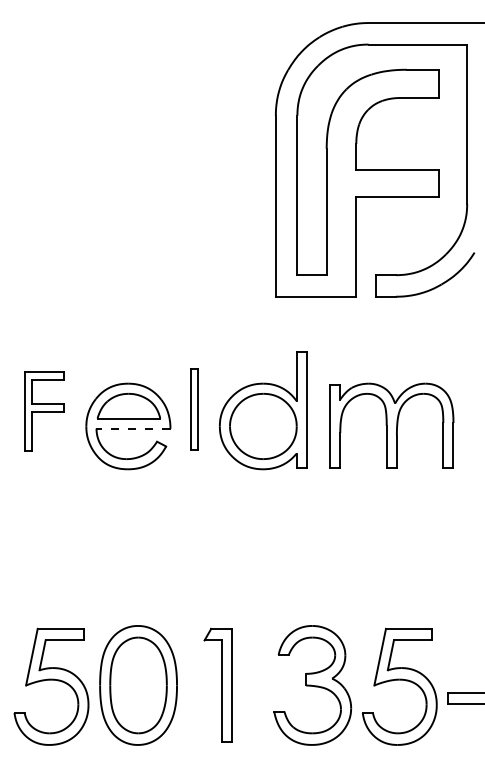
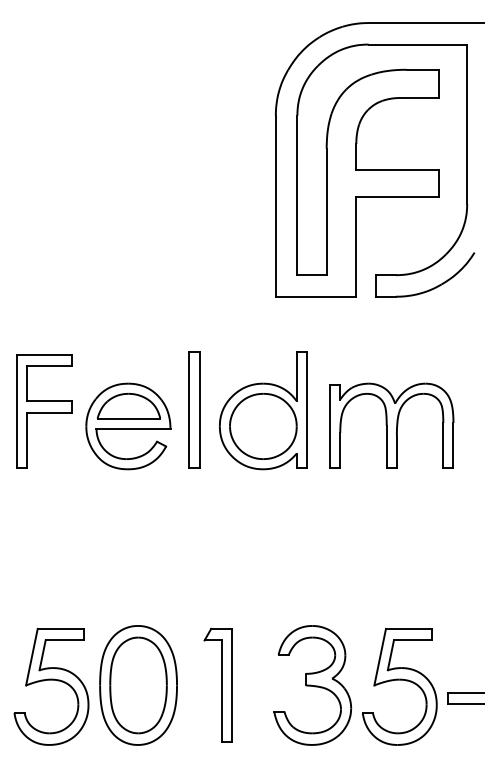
part at (194, 409) size: 9x83 px -> 13x118 px
part at (44, 411) size: 41x81 px -> 57x115 px
line at (133, 428): dashed -> solid
